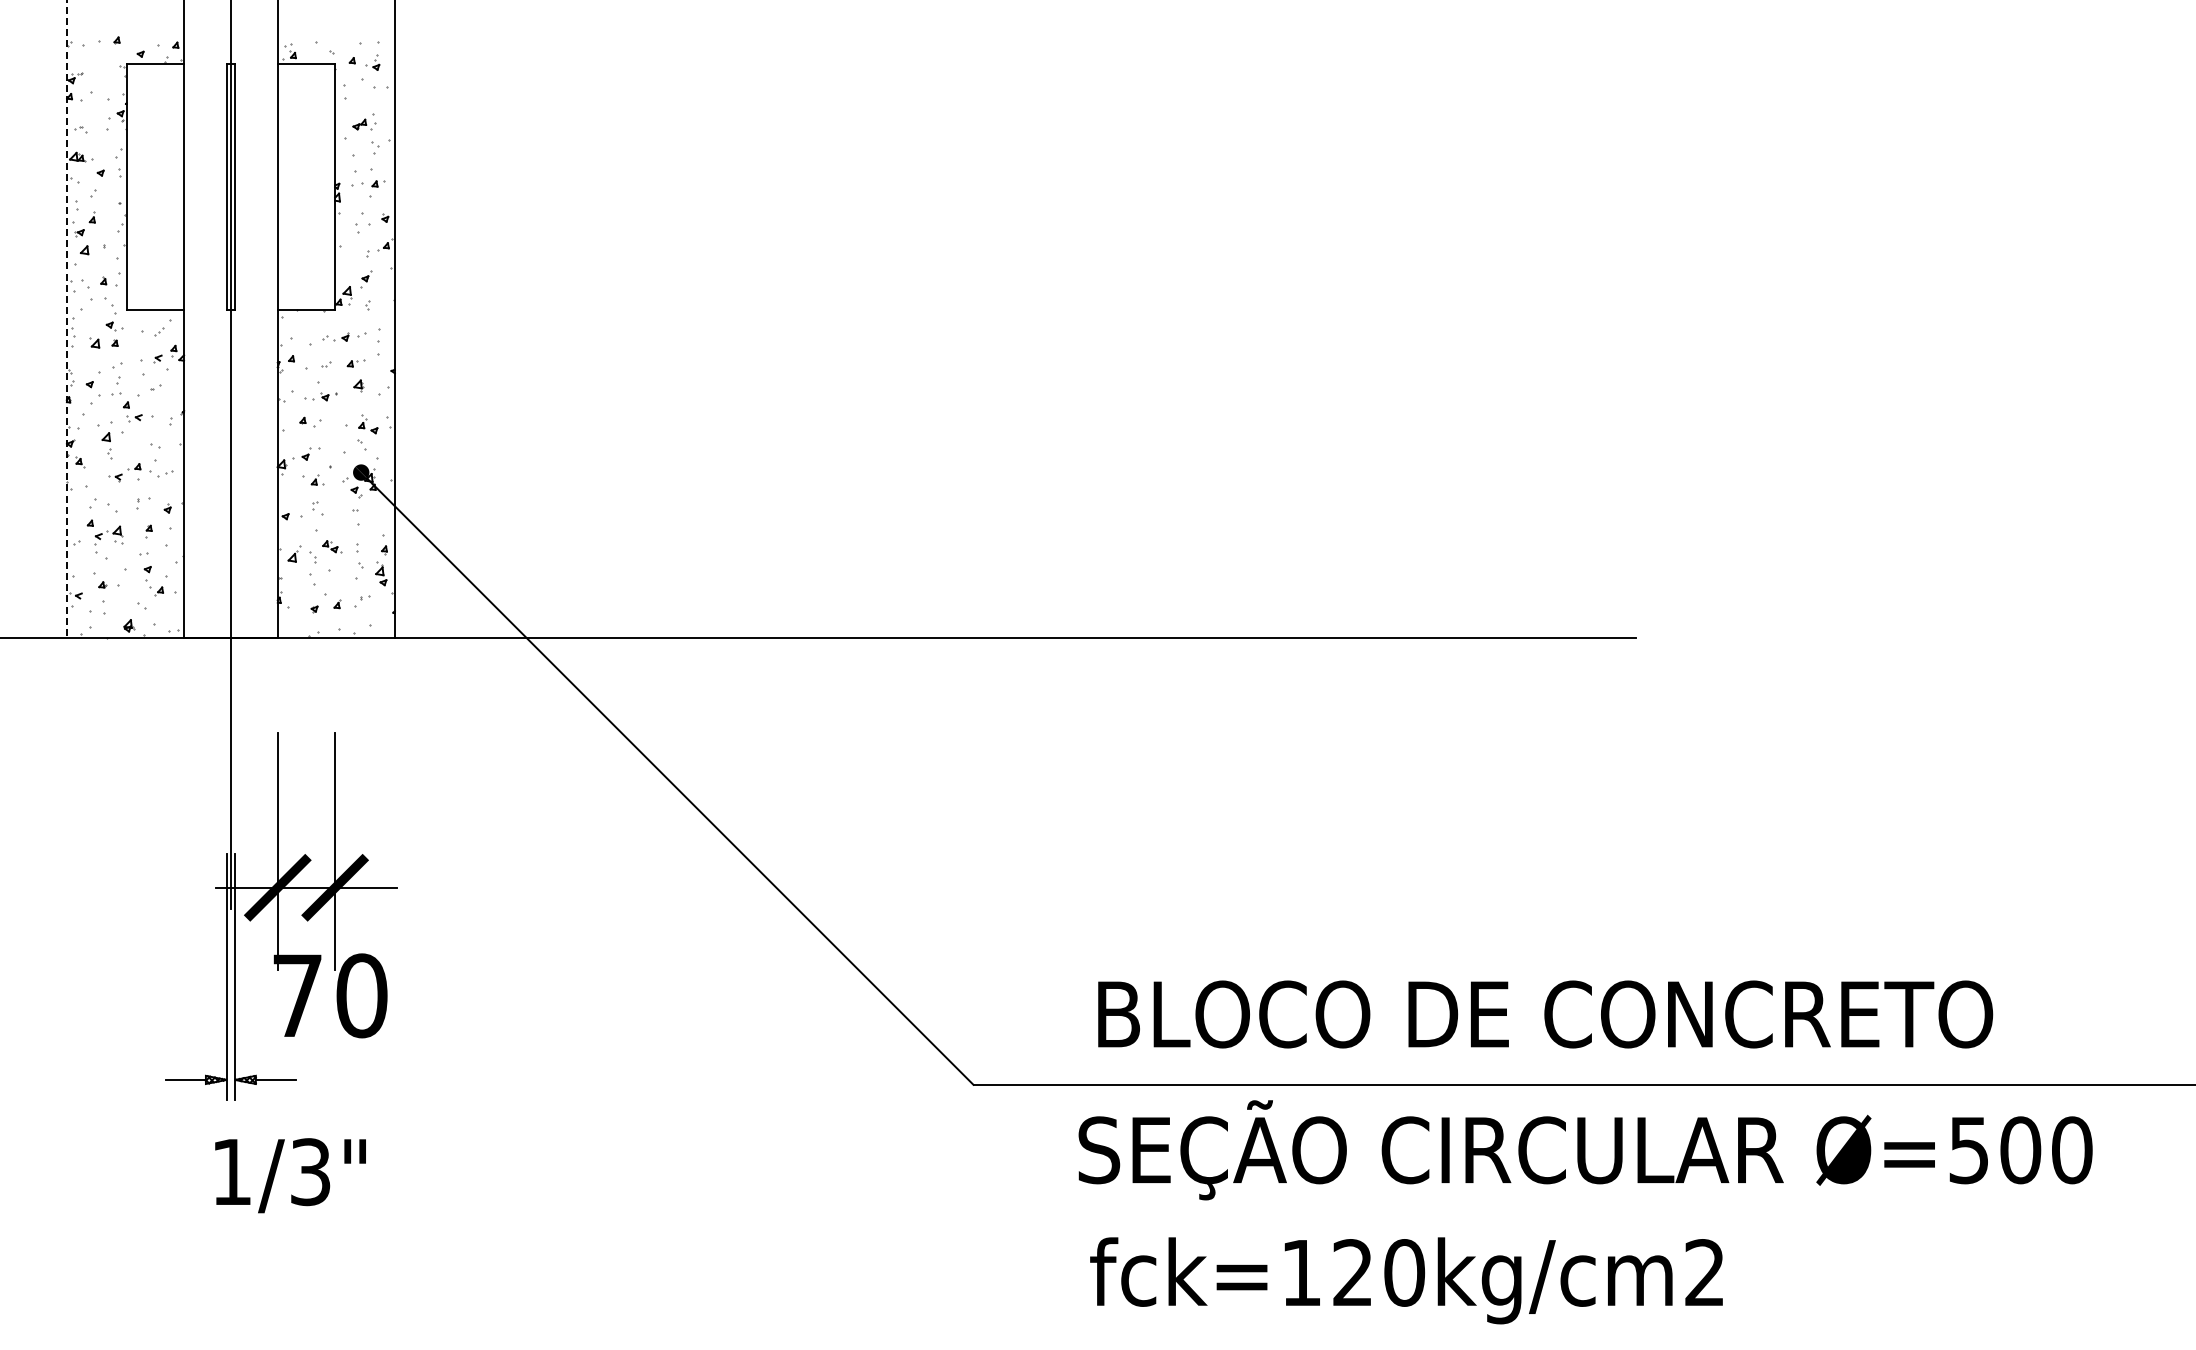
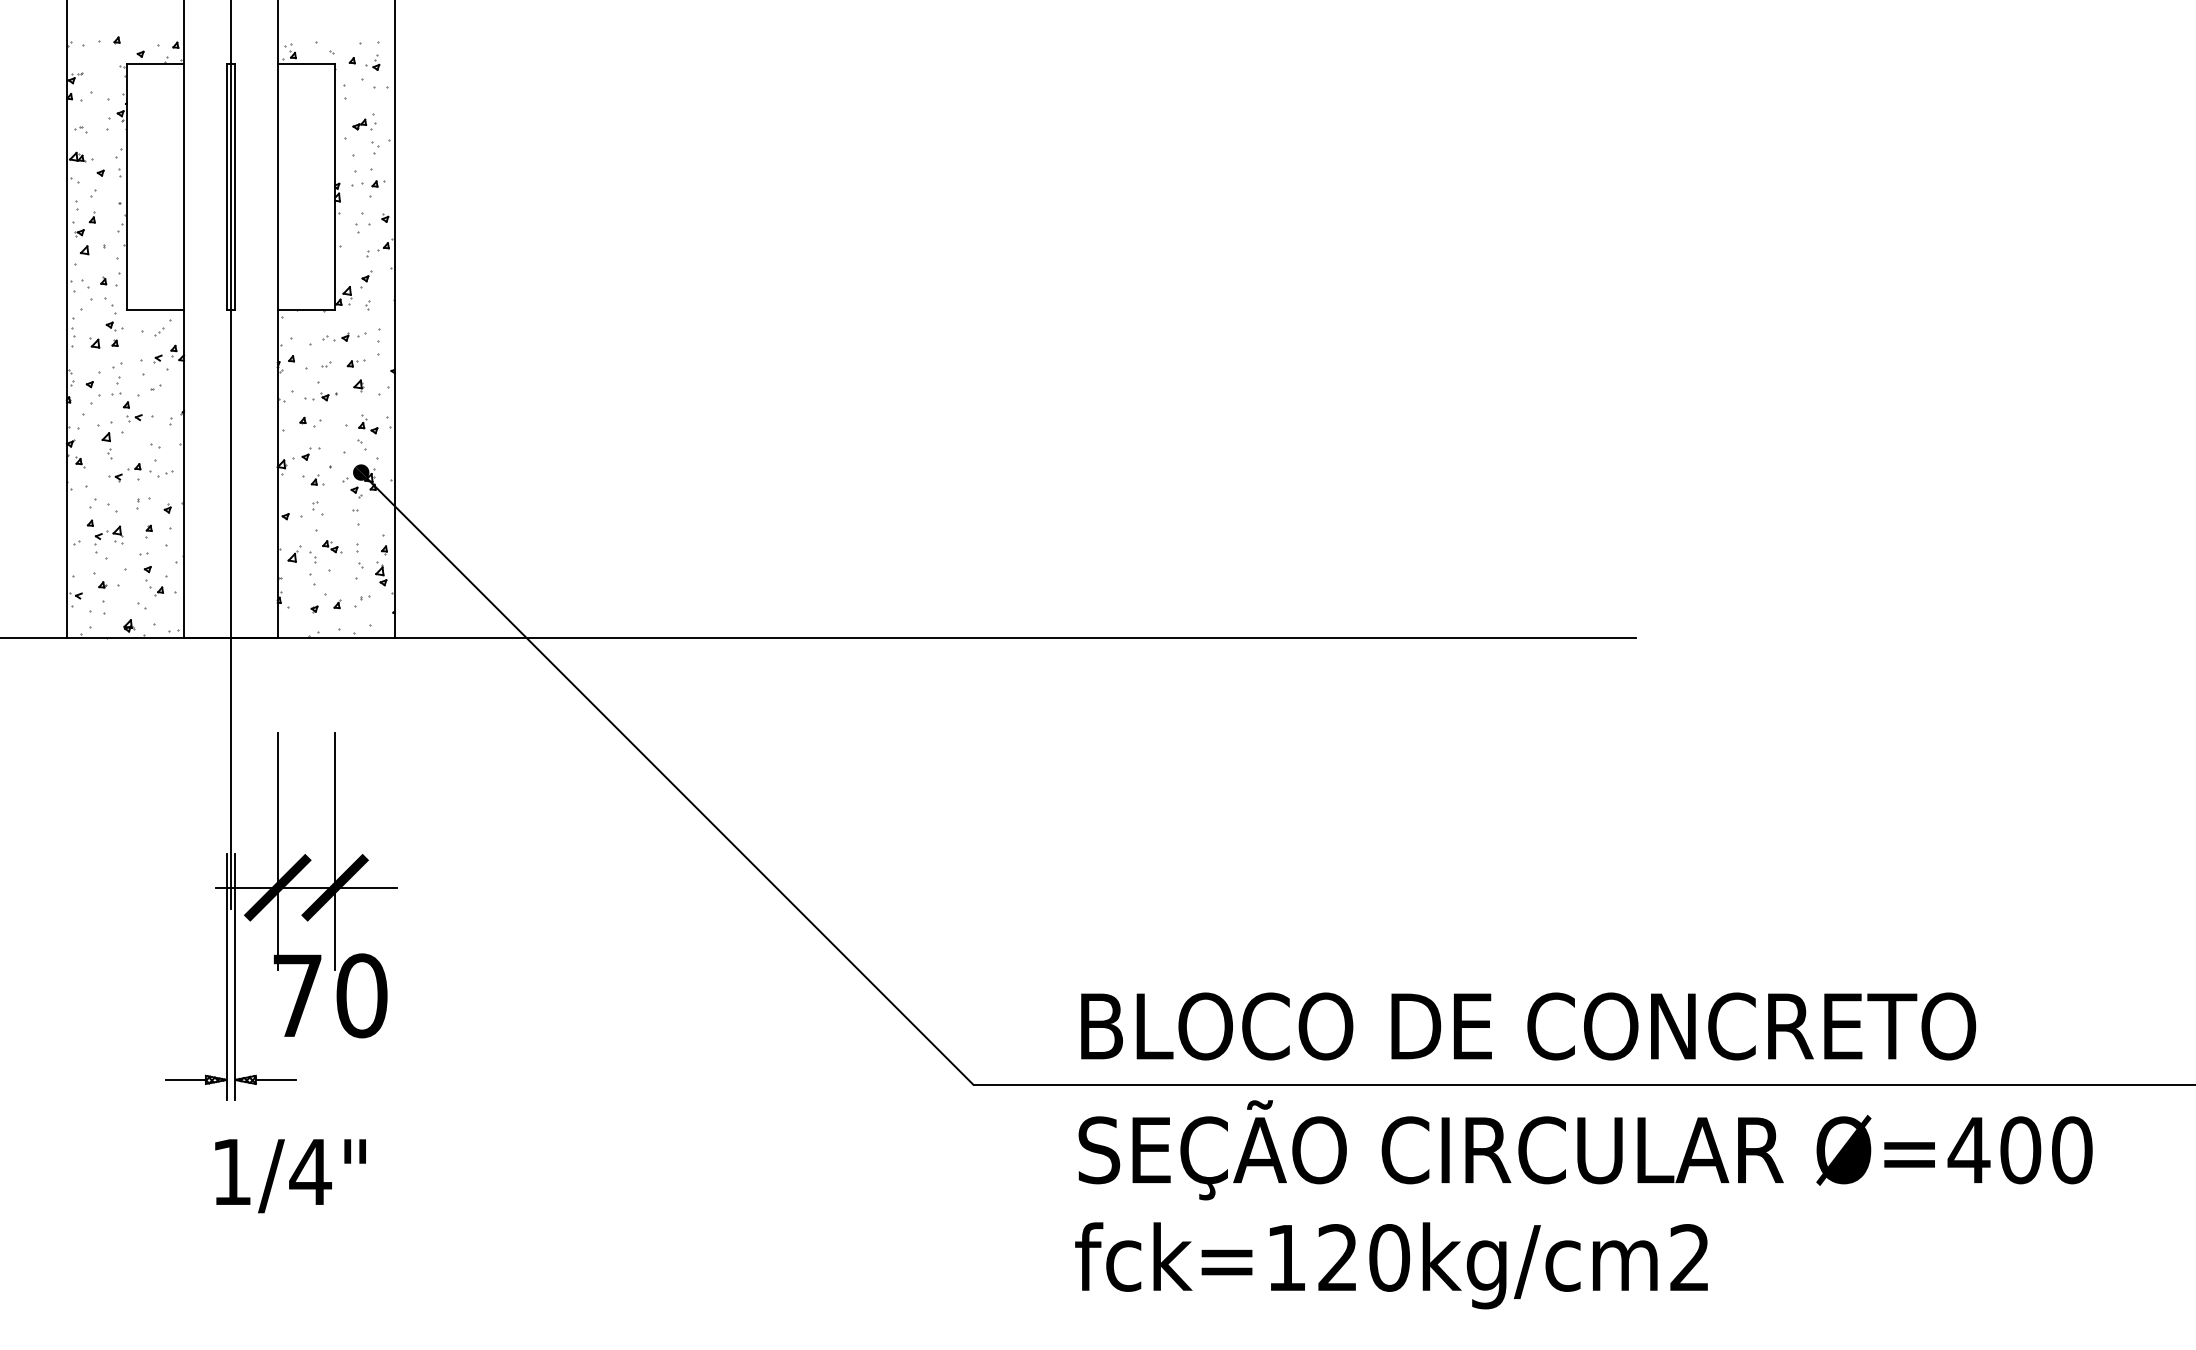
line at (66, 319): dashed -> solid
text at (1545, 1014) position: (1545, 1014) -> (1528, 1026)
text at (1968, 1150): Ø=500 -> Ø=400
text at (310, 1172): 1/3" -> 1/4"
text at (1406, 1280) position: (1406, 1280) -> (1391, 1265)
